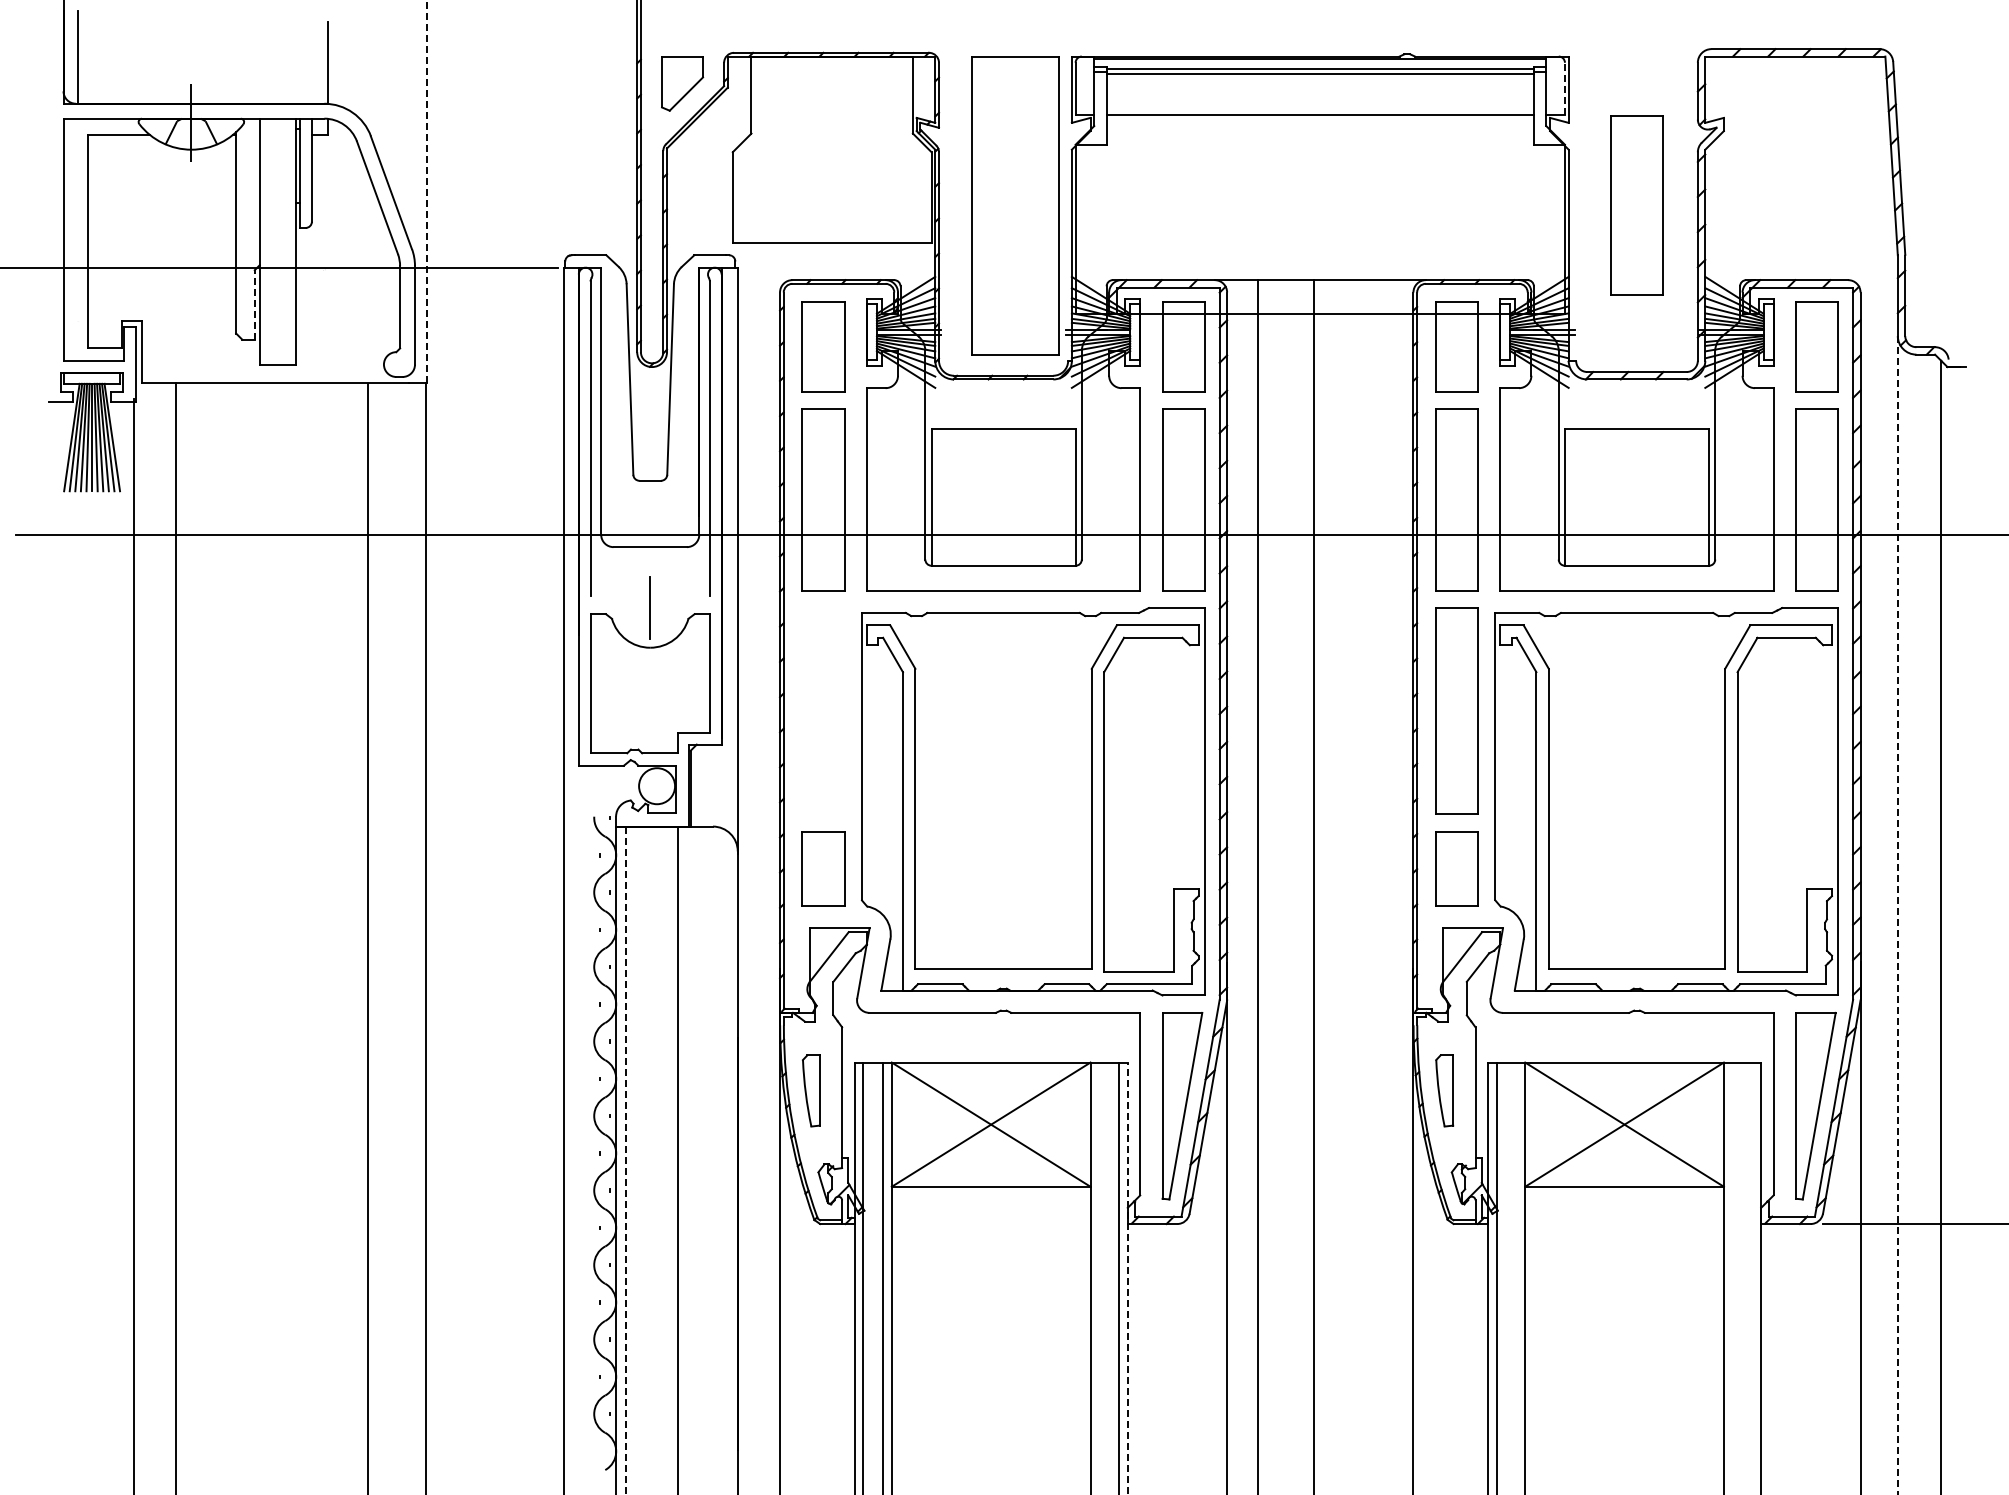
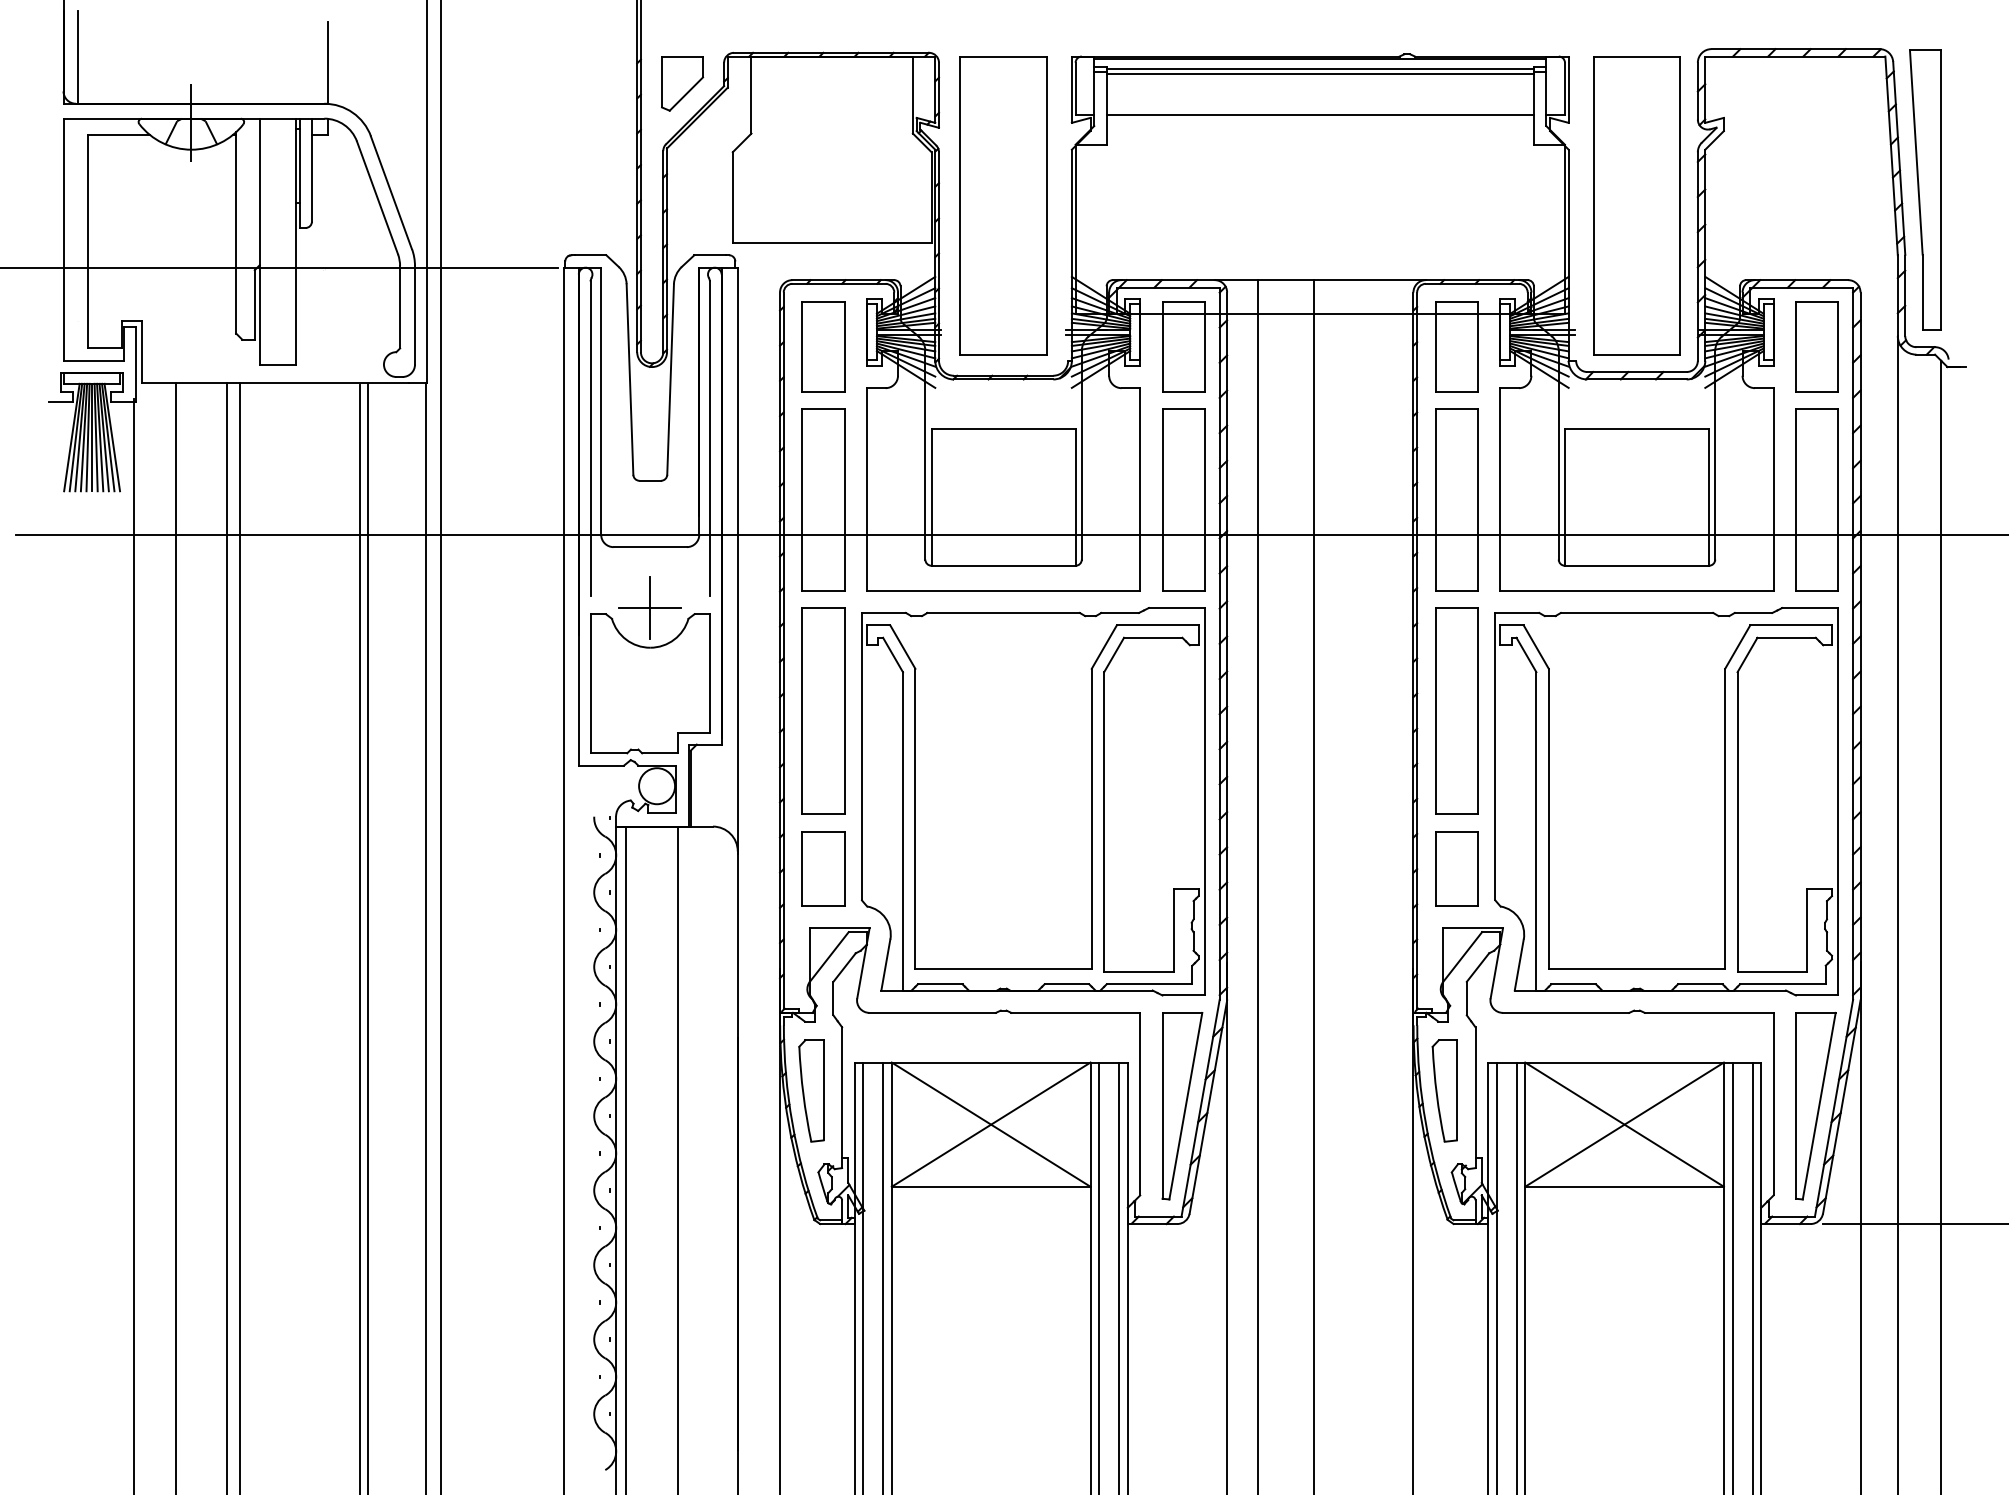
line at (1564, 88): dashed -> solid
part at (1925, 189): none -> present
line at (427, 191): dashed -> solid
part at (1015, 205) position: (1015, 205) -> (1003, 205)
part at (1636, 205) size: 54x181 px -> 88x300 px
line at (254, 304): dashed -> solid
line at (650, 608): none -> present
part at (823, 710): none -> present
line at (441, 746): none -> present
line at (1897, 915): dashed -> solid
line at (227, 937): none -> present
line at (239, 937): none -> present
line at (360, 937): none -> present
part at (811, 1090) size: 19x74 px -> 27x104 px
part at (1444, 1090) size: 20x74 px -> 27x104 px
line at (626, 1160): dashed -> solid
line at (1099, 1276): none -> present
line at (1516, 1276): none -> present
line at (1732, 1276): none -> present
line at (1752, 1276): none -> present
line at (1127, 1278): dashed -> solid
